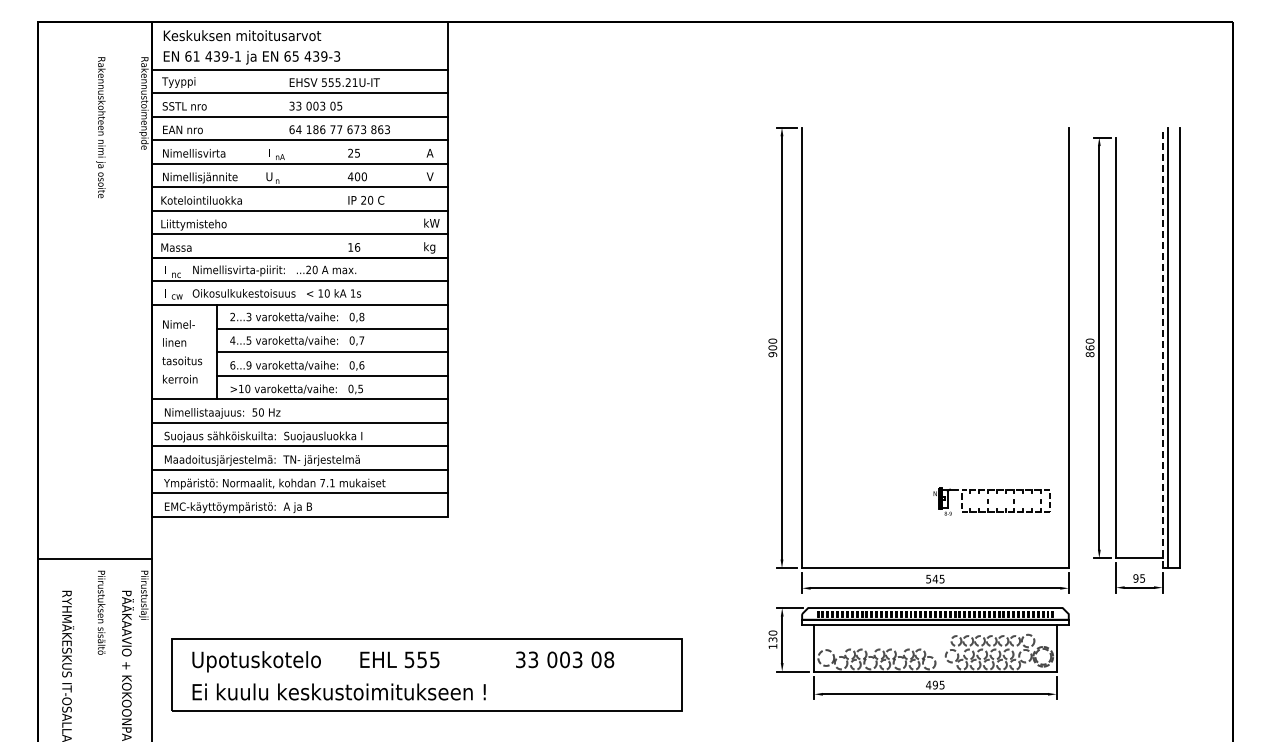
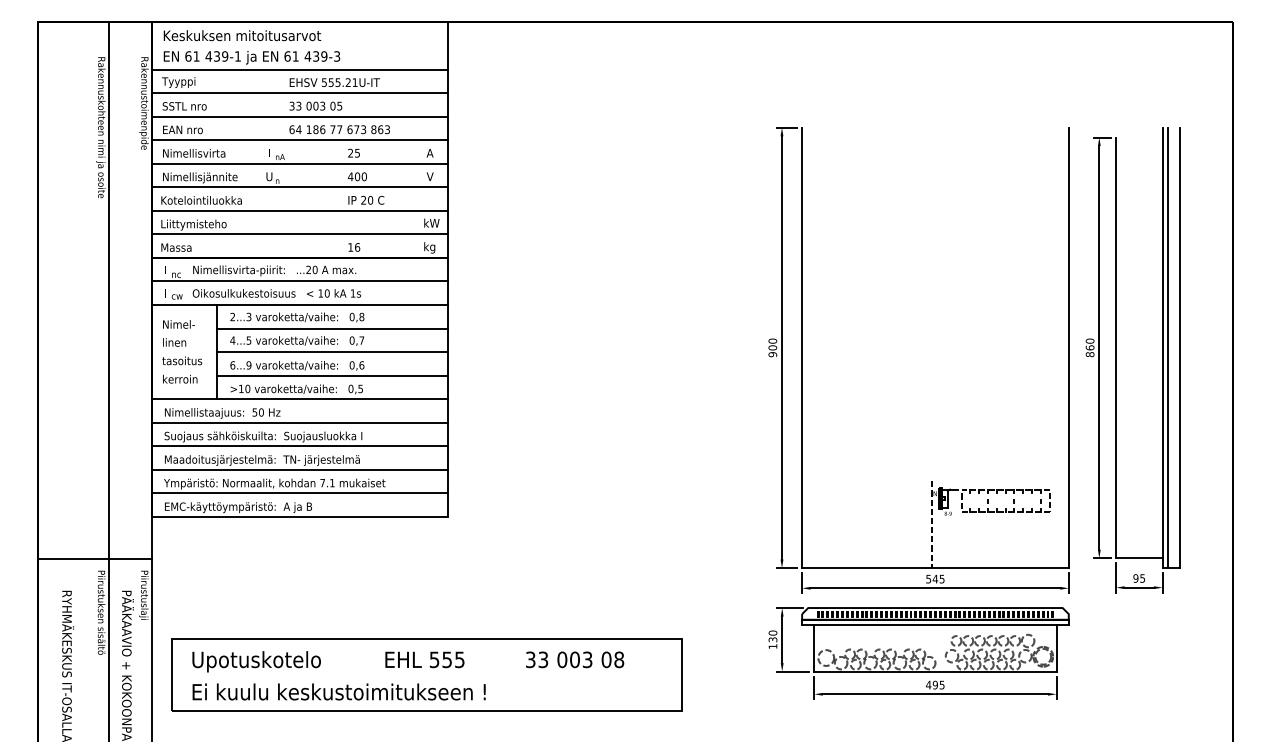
text at (295, 56): 65 -> 61
line at (1162, 347): dashed -> solid
line at (108, 380): none -> present
line at (931, 524): none -> present
text at (399, 659) position: (399, 659) -> (424, 659)
text at (565, 659) position: (565, 659) -> (575, 659)
